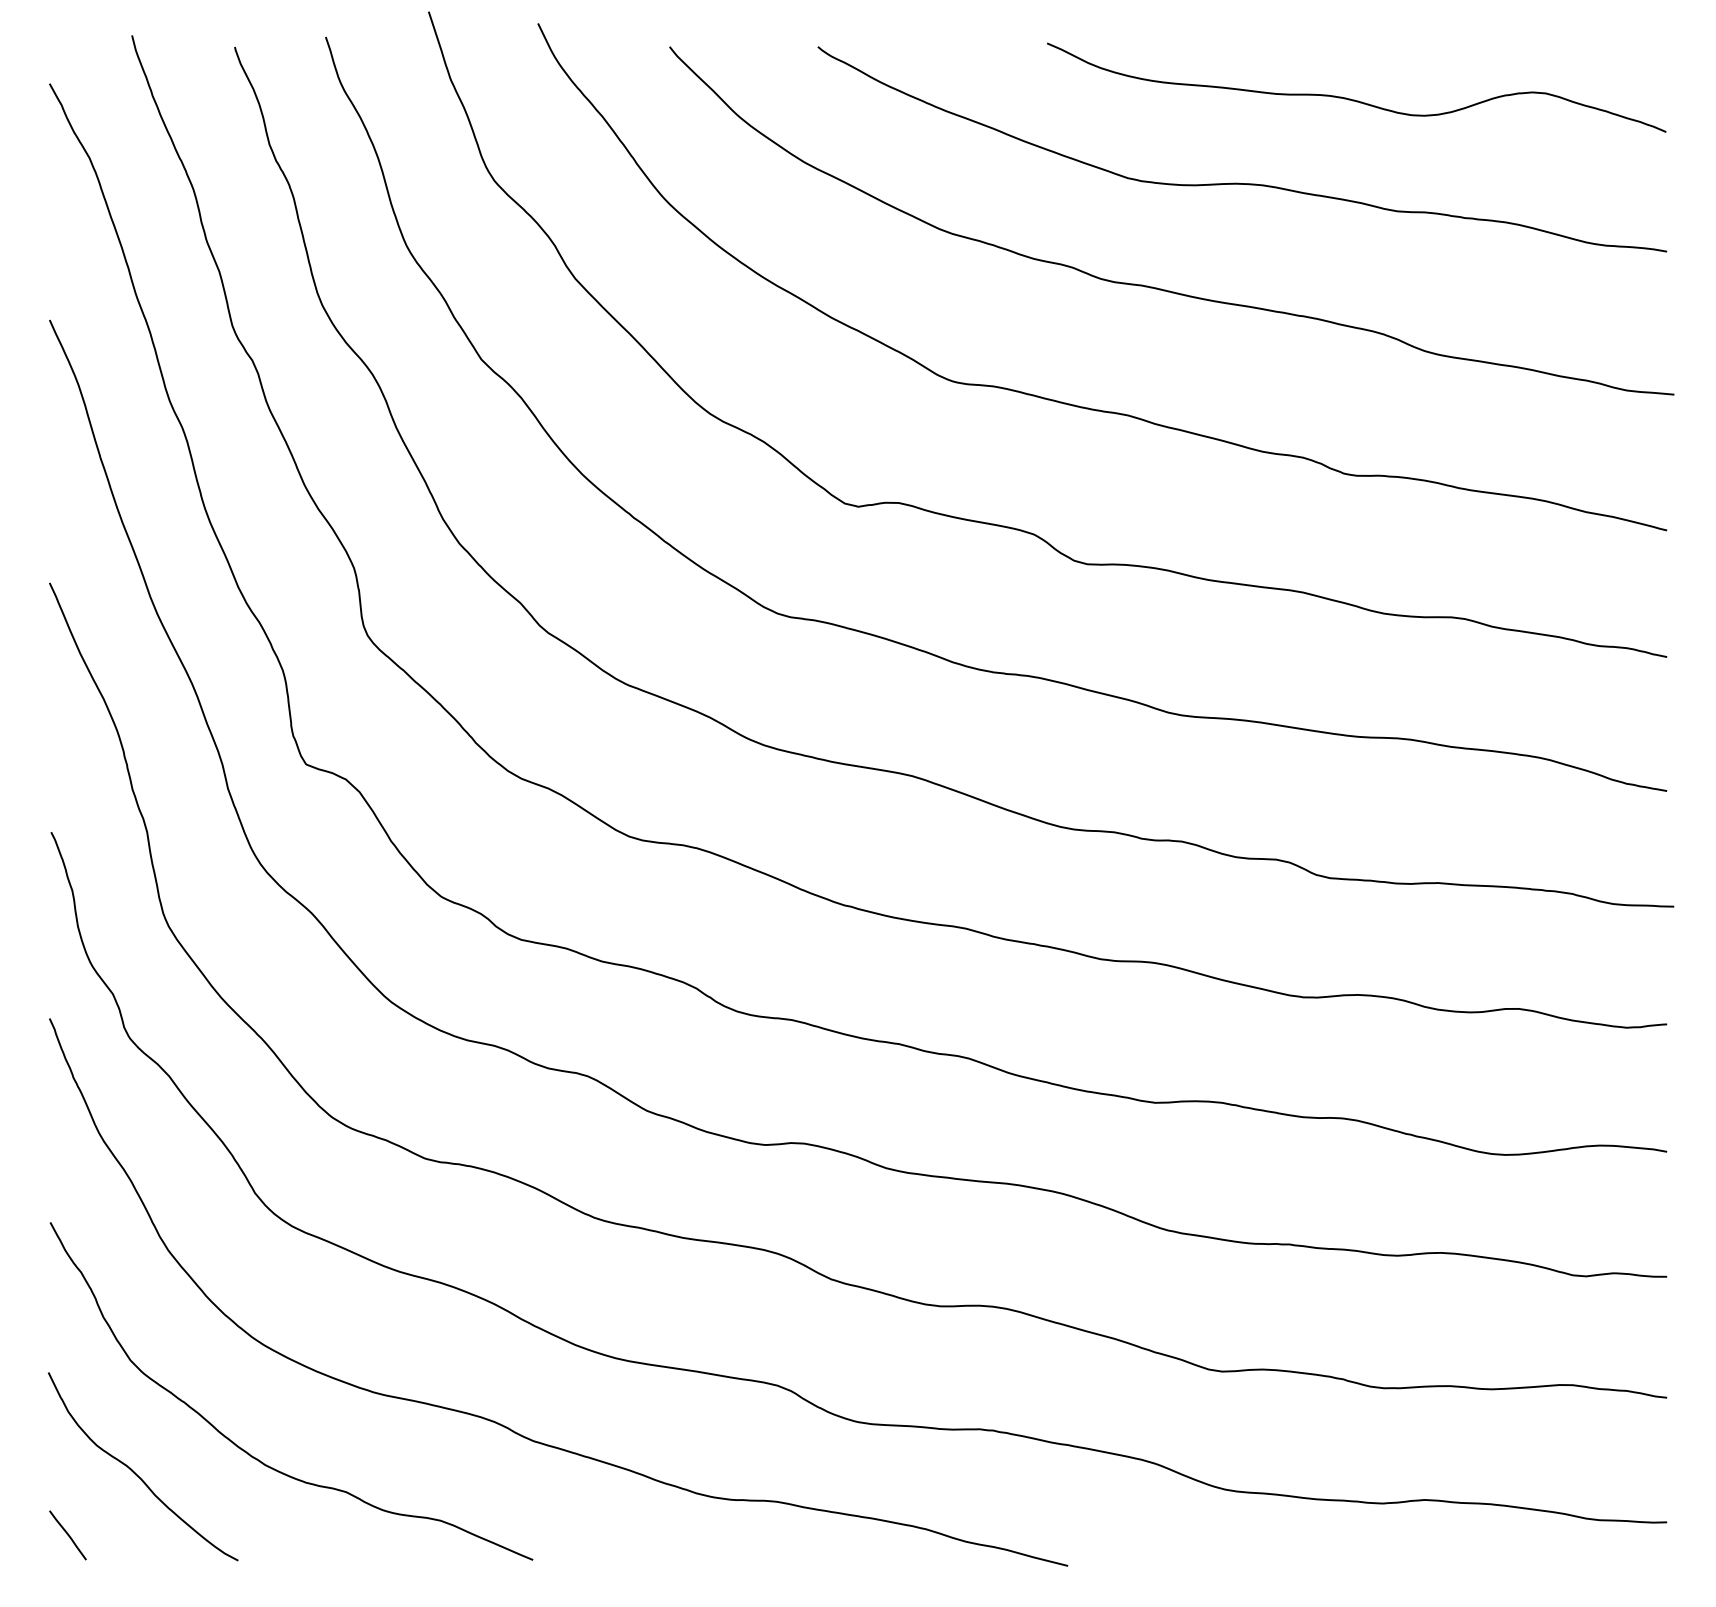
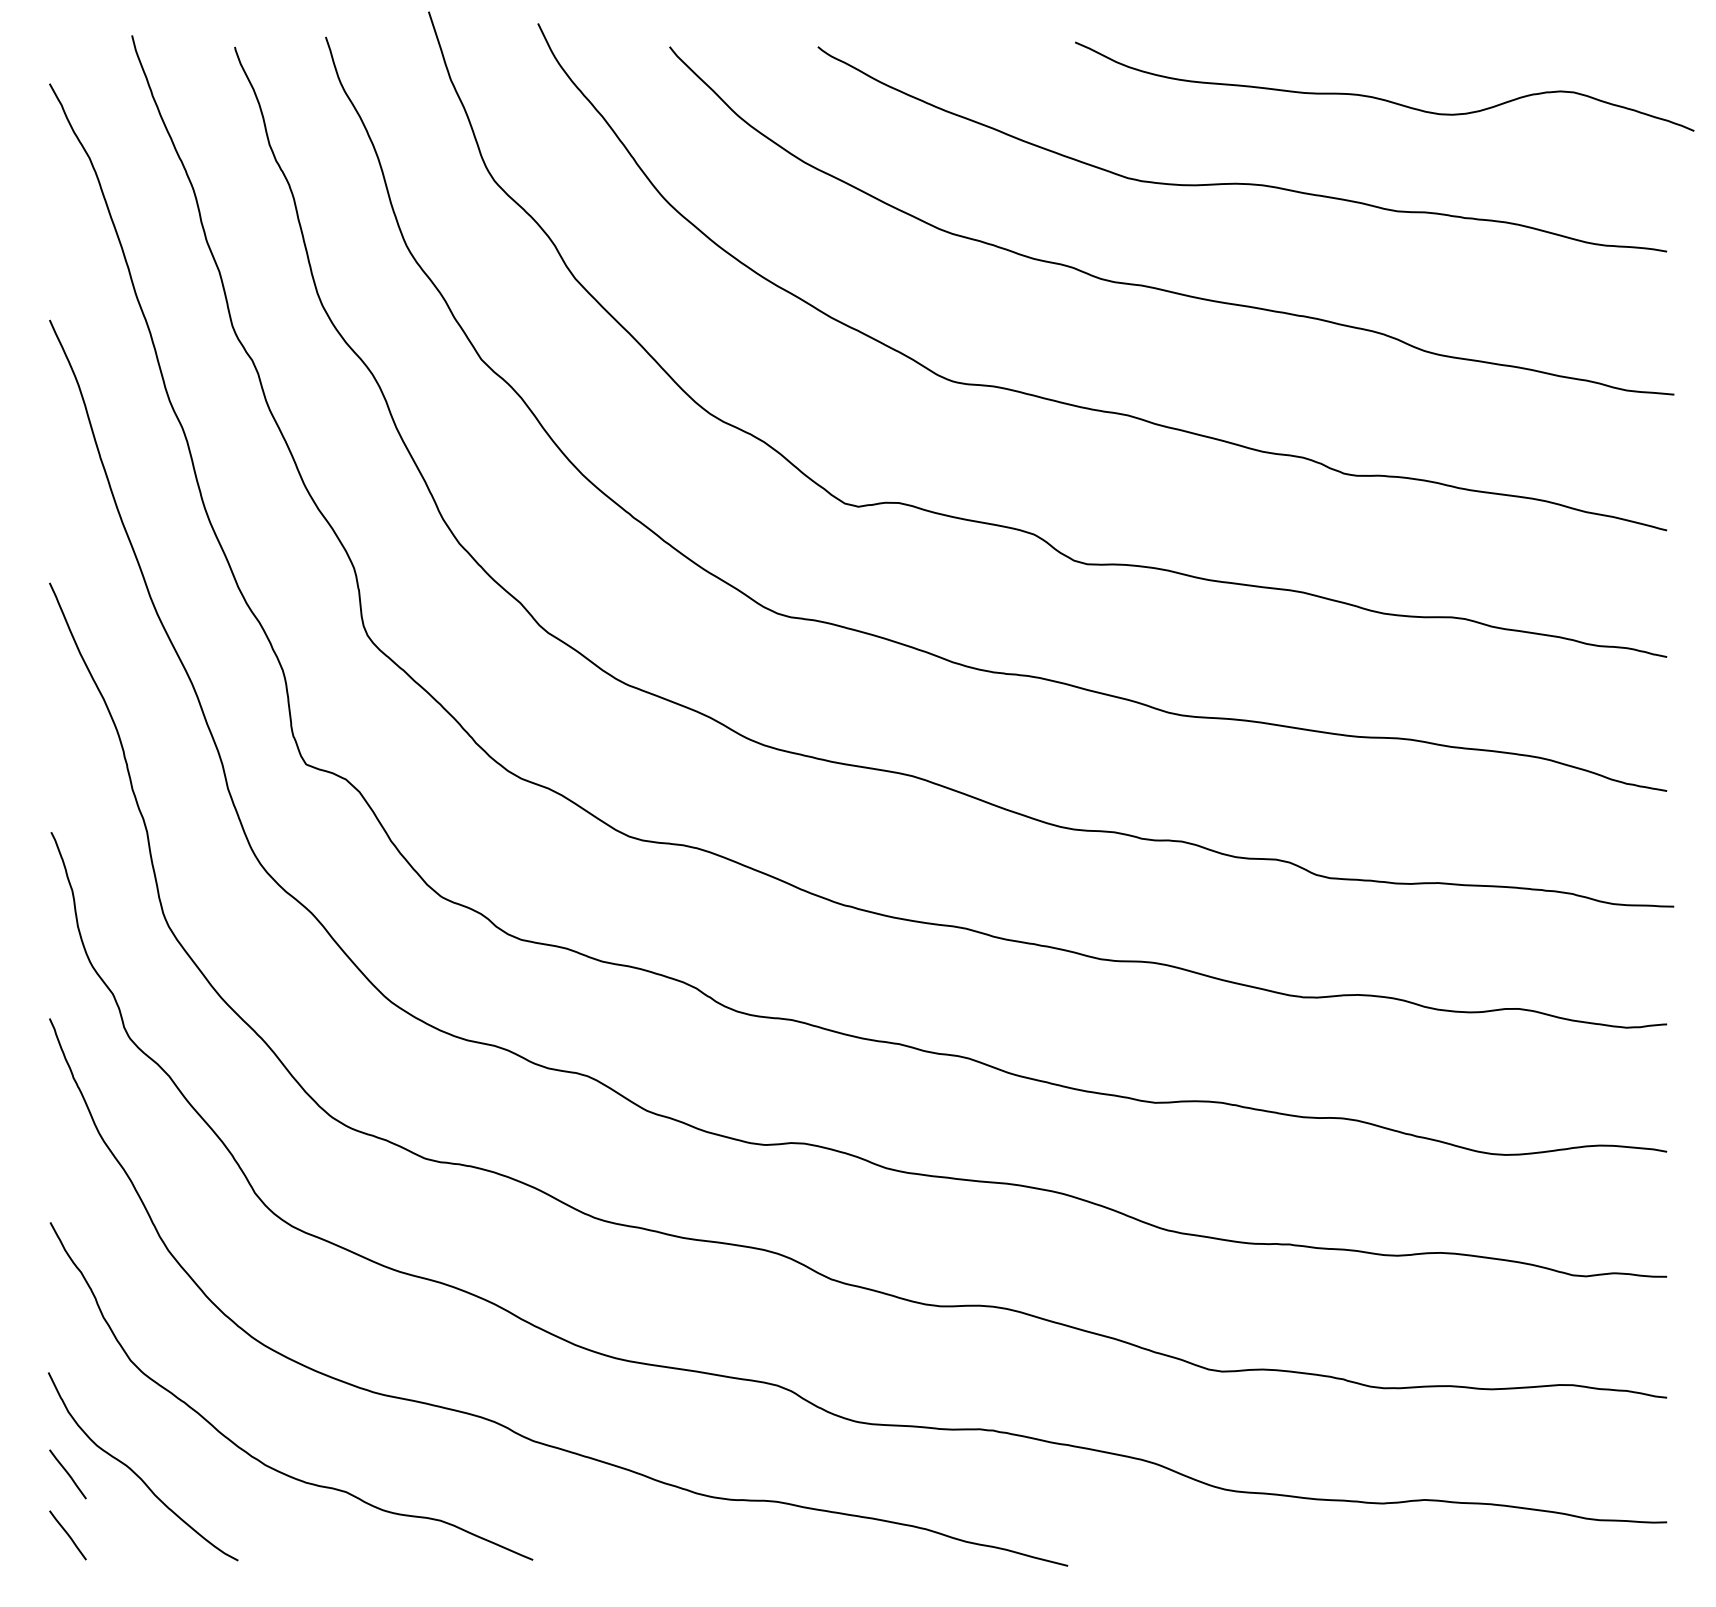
curve at (1354, 99) position: (1354, 99) -> (1382, 98)
line at (67, 1474): none -> present
